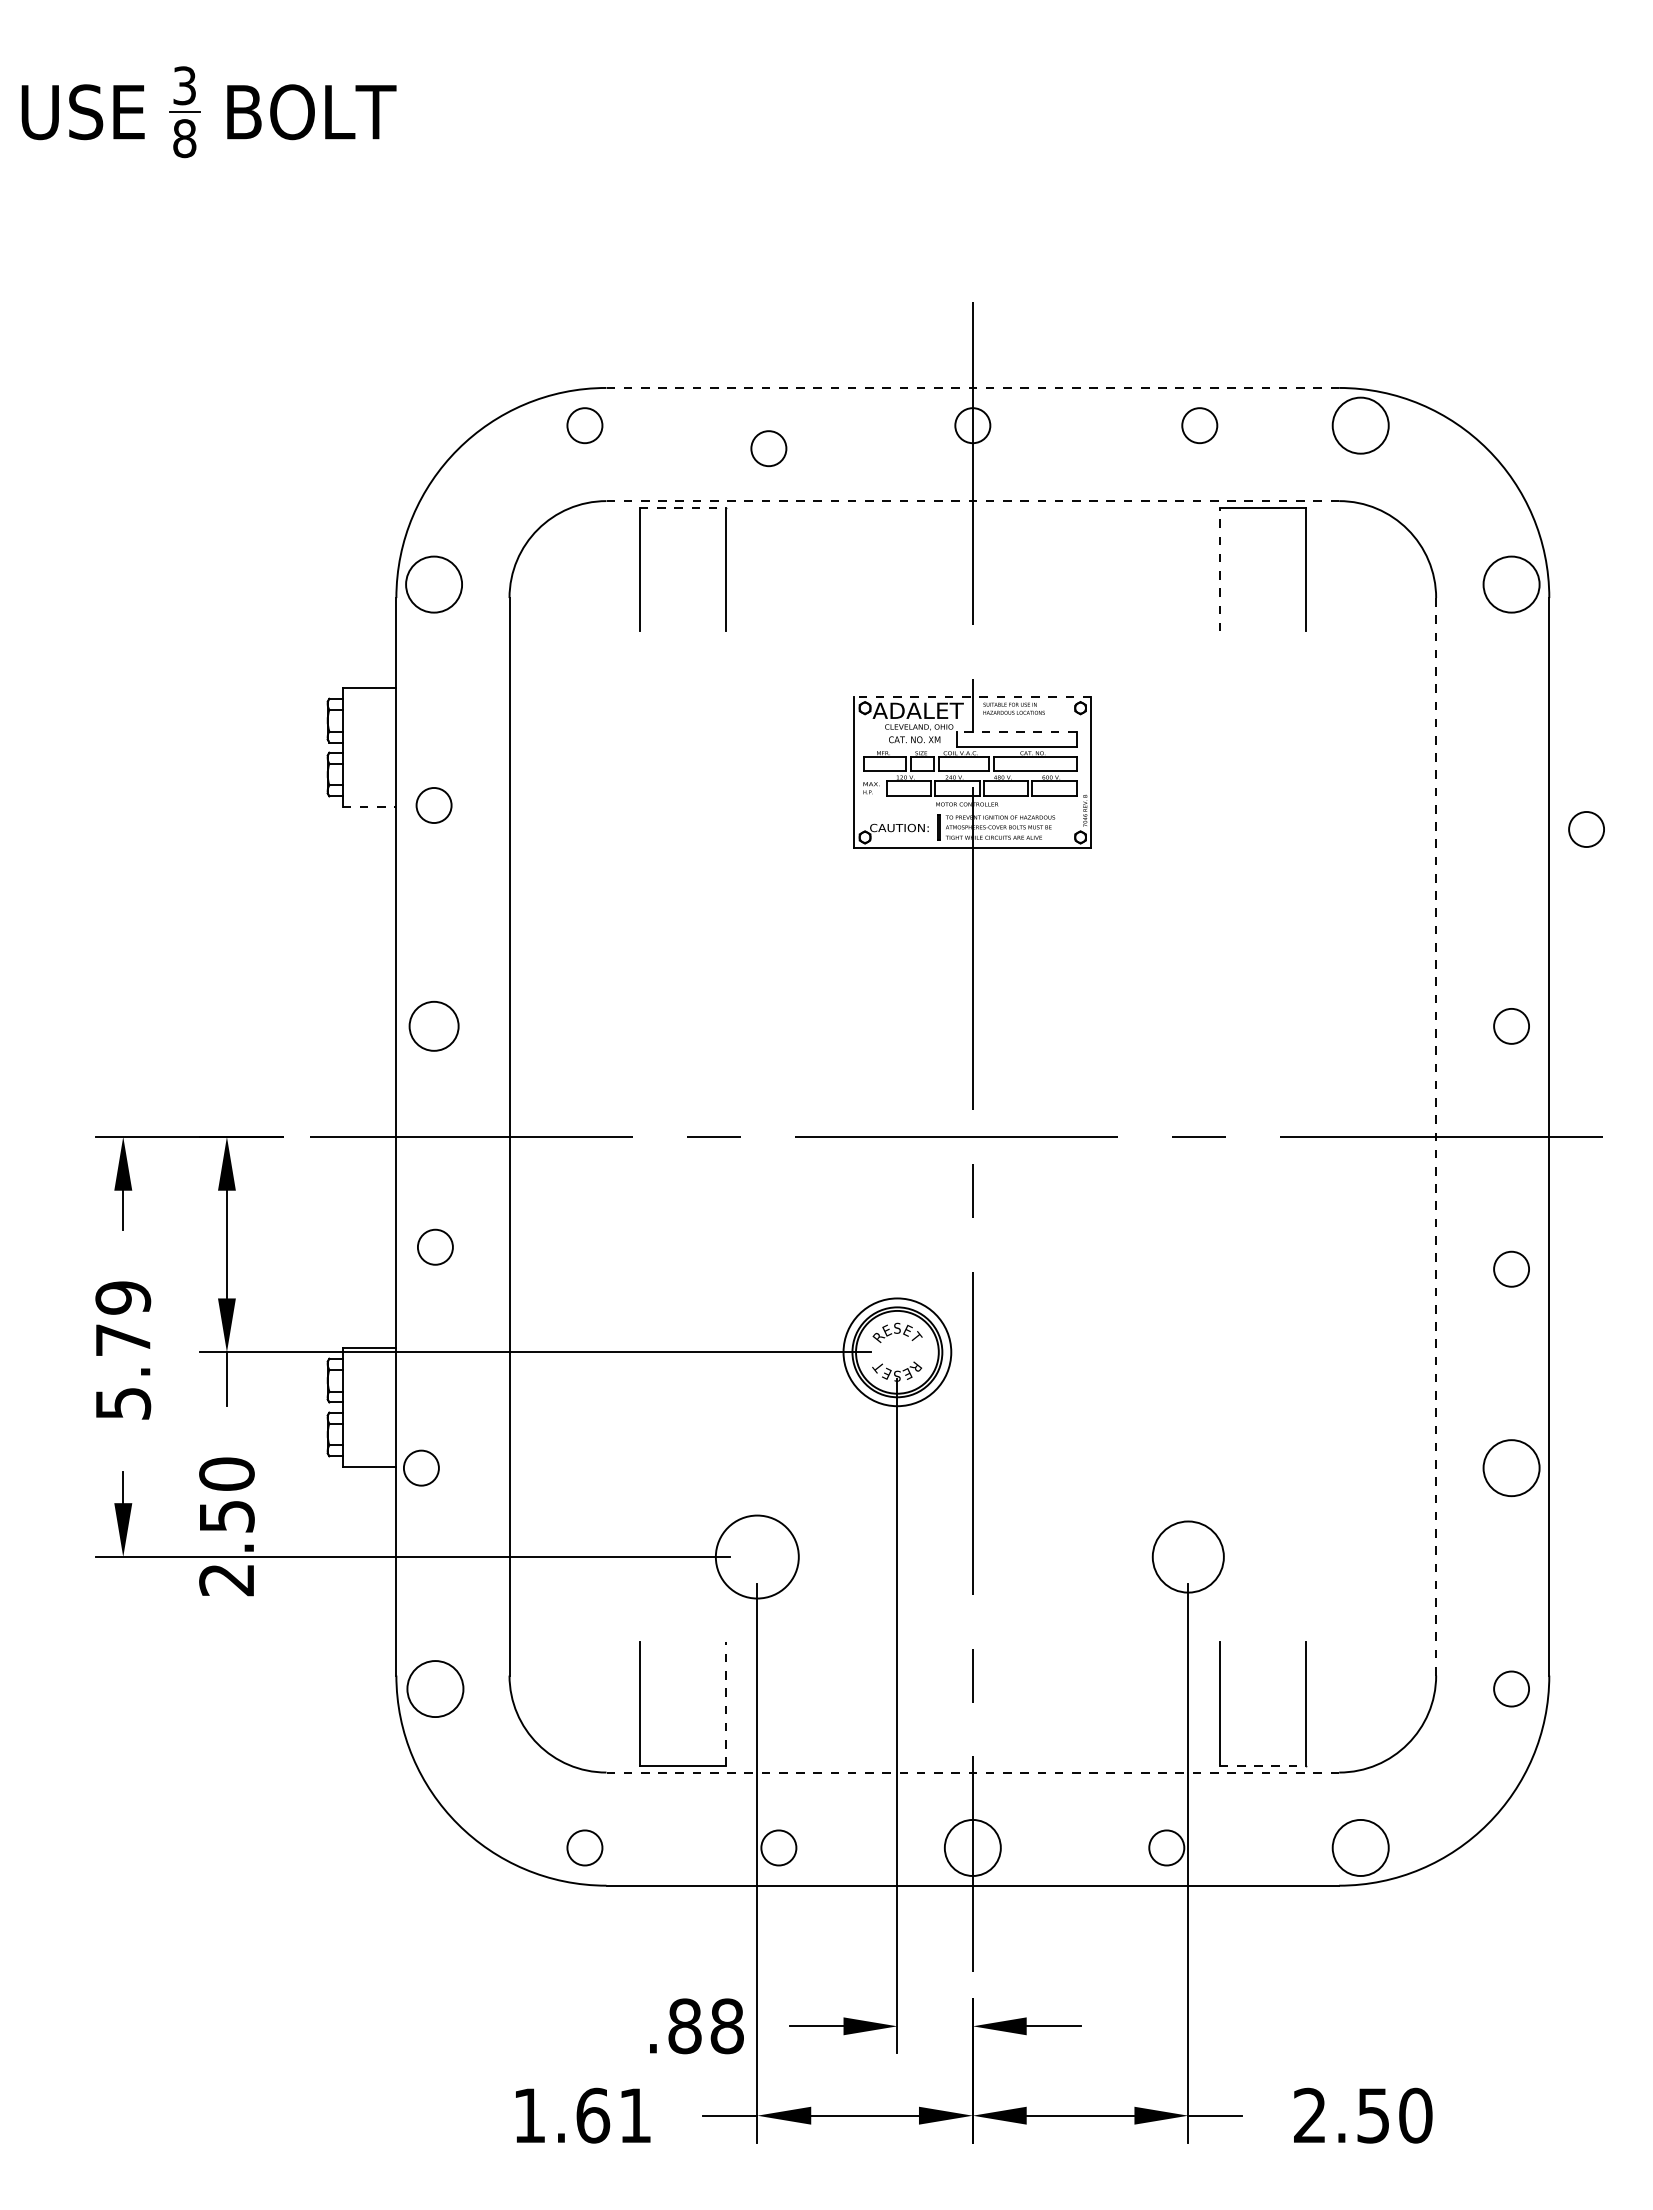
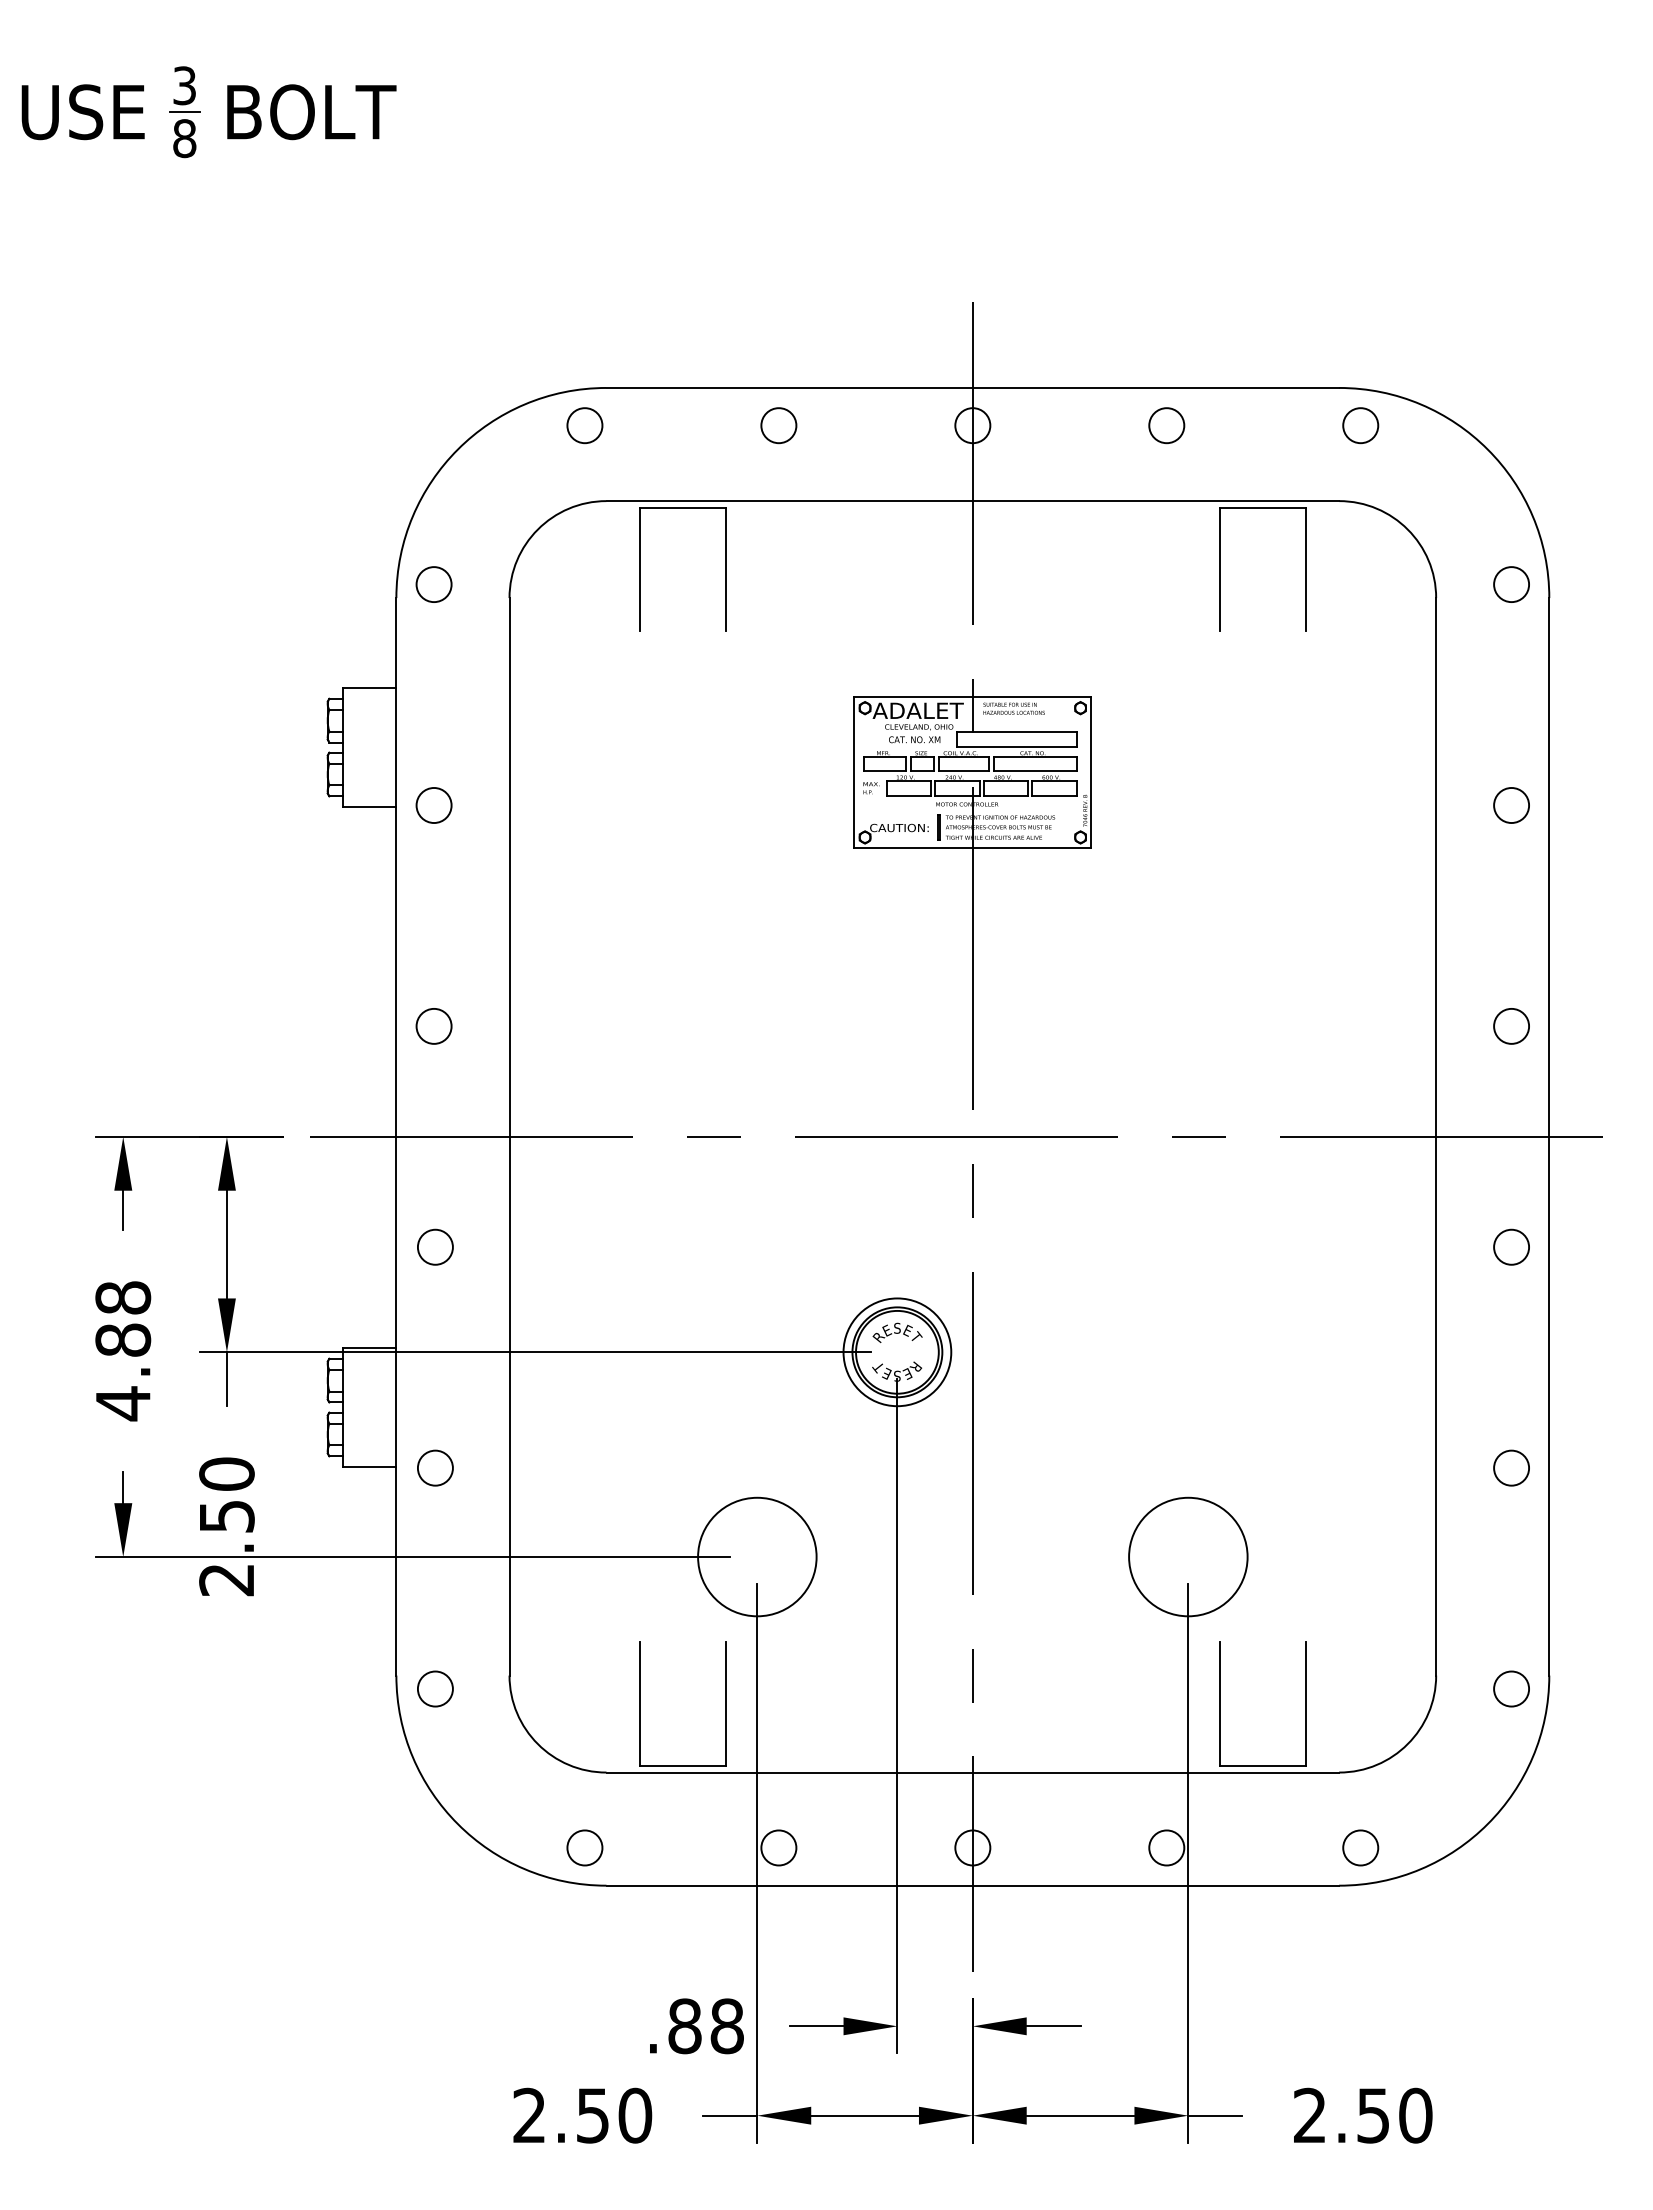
line at (972, 387): dashed -> solid
circle at (1199, 425) position: (1199, 425) -> (1166, 425)
circle at (1360, 425) diameter: 56 px -> 35 px
circle at (768, 448) position: (768, 448) -> (778, 425)
line at (973, 501): dashed -> solid
line at (683, 507): dashed -> solid
line at (1219, 569): dashed -> solid
circle at (434, 584) diameter: 56 px -> 35 px
circle at (1511, 584) diameter: 56 px -> 35 px
line at (972, 697): dashed -> solid
line at (1016, 732): dashed -> solid
line at (369, 806): dashed -> solid
circle at (1586, 829) position: (1586, 829) -> (1511, 805)
circle at (433, 1026) size: 52x51 px -> 38x37 px
line at (1436, 1136): dashed -> solid
circle at (1511, 1268) position: (1511, 1268) -> (1511, 1246)
text at (123, 1351): 5.79 -> 4.88
circle at (421, 1467) position: (421, 1467) -> (435, 1467)
circle at (1511, 1468) diameter: 56 px -> 35 px
circle at (756, 1556) diameter: 83 px -> 119 px
circle at (1187, 1556) diameter: 71 px -> 119 px
circle at (435, 1689) diameter: 56 px -> 35 px
line at (726, 1704): dashed -> solid
line at (1263, 1765): dashed -> solid
line at (973, 1772): dashed -> solid
circle at (972, 1847) diameter: 56 px -> 35 px
circle at (1360, 1847) diameter: 56 px -> 35 px
text at (582, 2115): 1.61 -> 2.50
